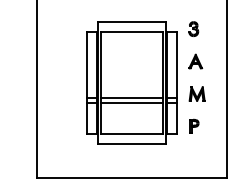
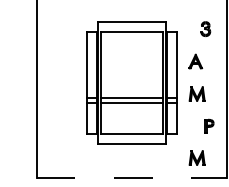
part at (193, 28) position: (193, 28) -> (205, 28)
part at (194, 125) position: (194, 125) -> (209, 125)
part at (196, 157): none -> present
line at (132, 178): solid -> dashed
